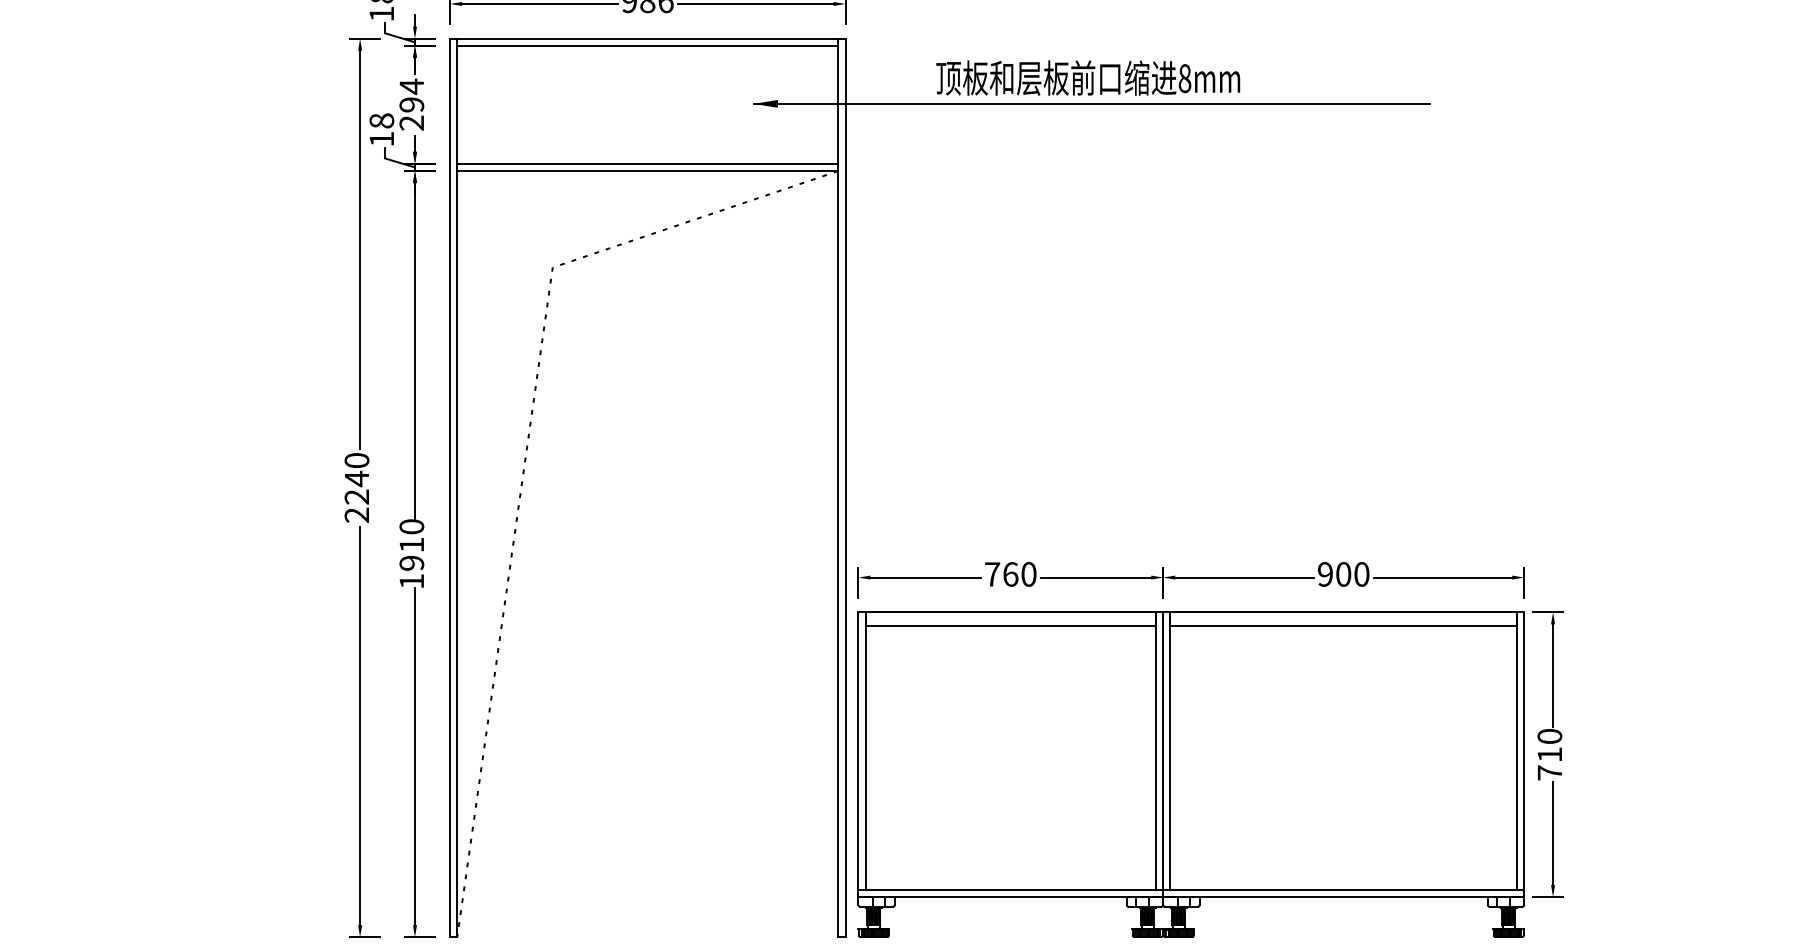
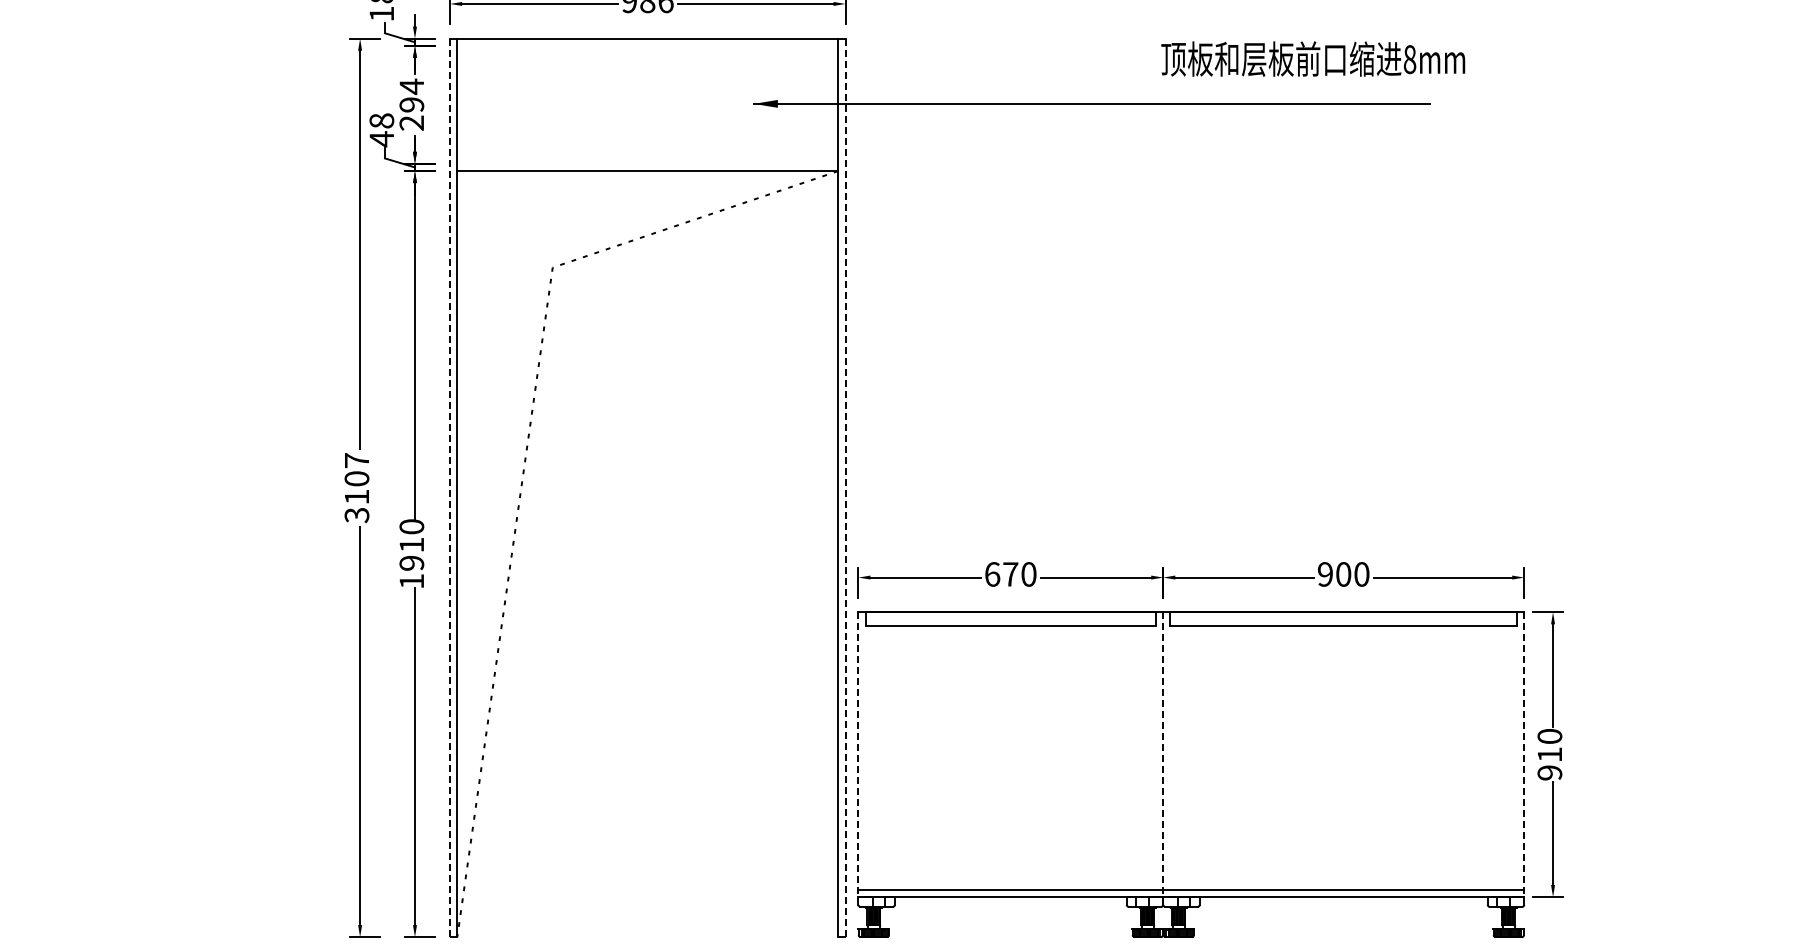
line at (647, 45): present -> none
text at (1088, 77) position: (1088, 77) -> (1313, 58)
text at (381, 139): 18 -> 48
line at (647, 163): present -> none
text at (356, 488): 2240 -> 3107
line at (450, 488): solid -> dashed
line at (845, 488): solid -> dashed
text at (1001, 574): 760 -> 670
line at (865, 750): present -> none
line at (1156, 750): present -> none
line at (1170, 750): present -> none
line at (1517, 750): present -> none
line at (858, 755): solid -> dashed
line at (1163, 755): solid -> dashed
line at (1524, 755): solid -> dashed
text at (1549, 772): 710 -> 910
